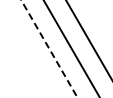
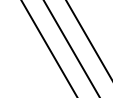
line at (49, 49): dashed -> solid
